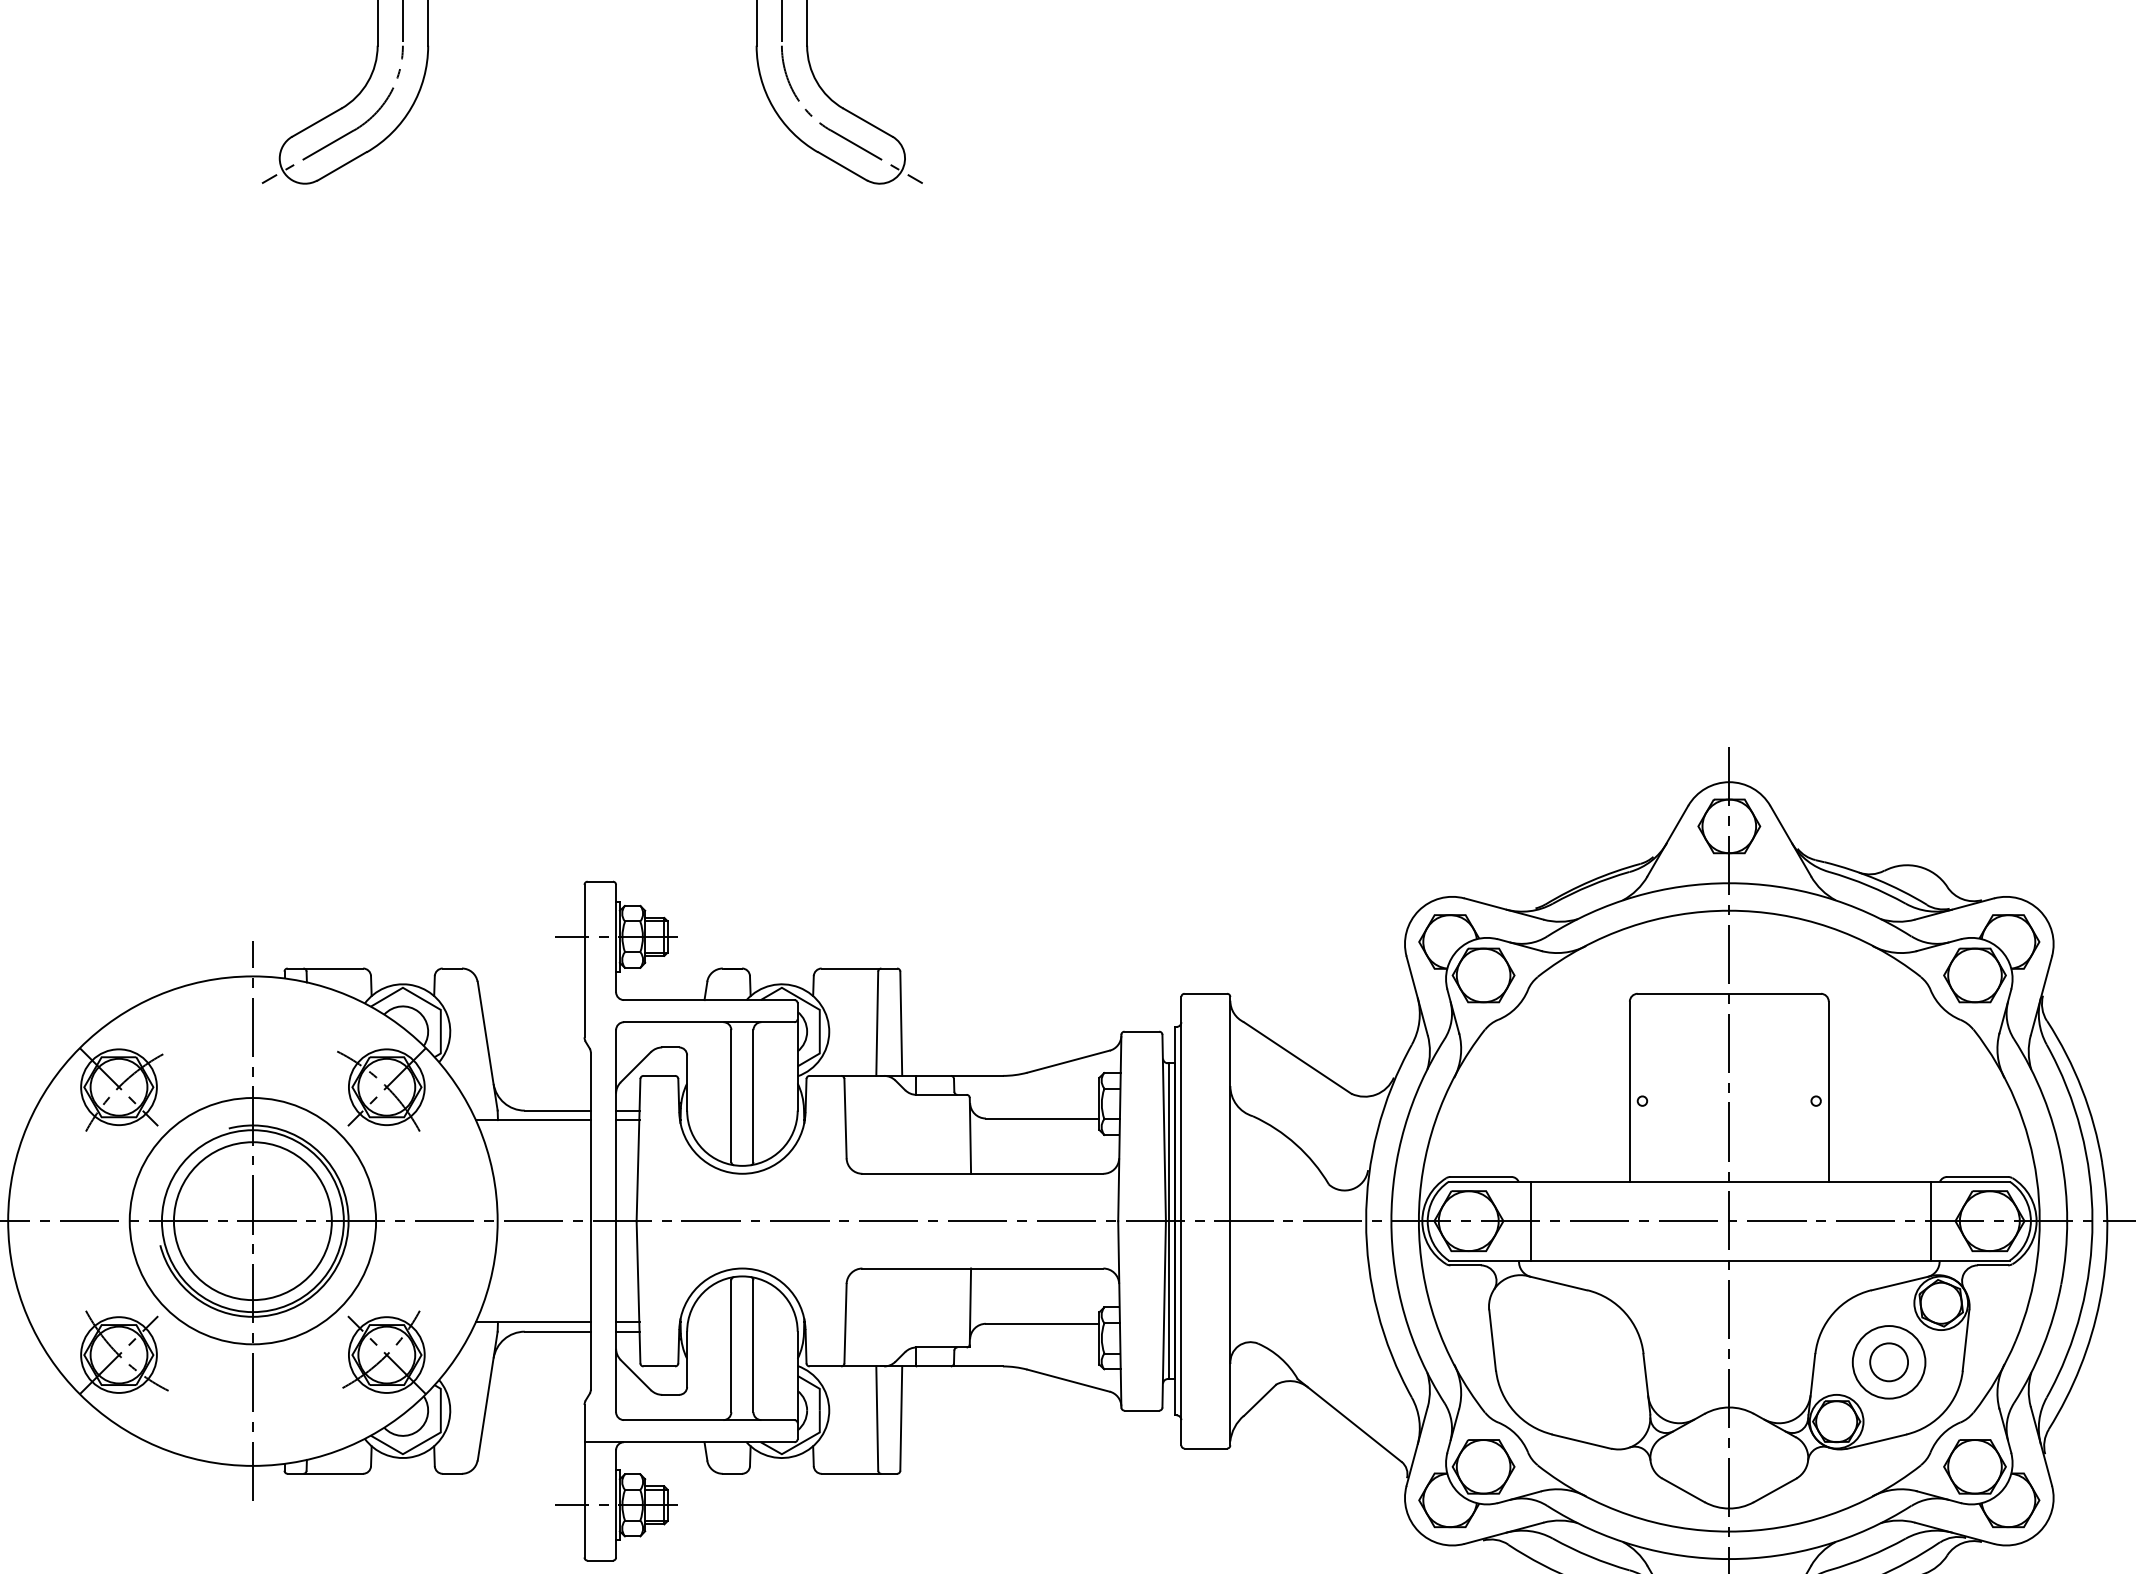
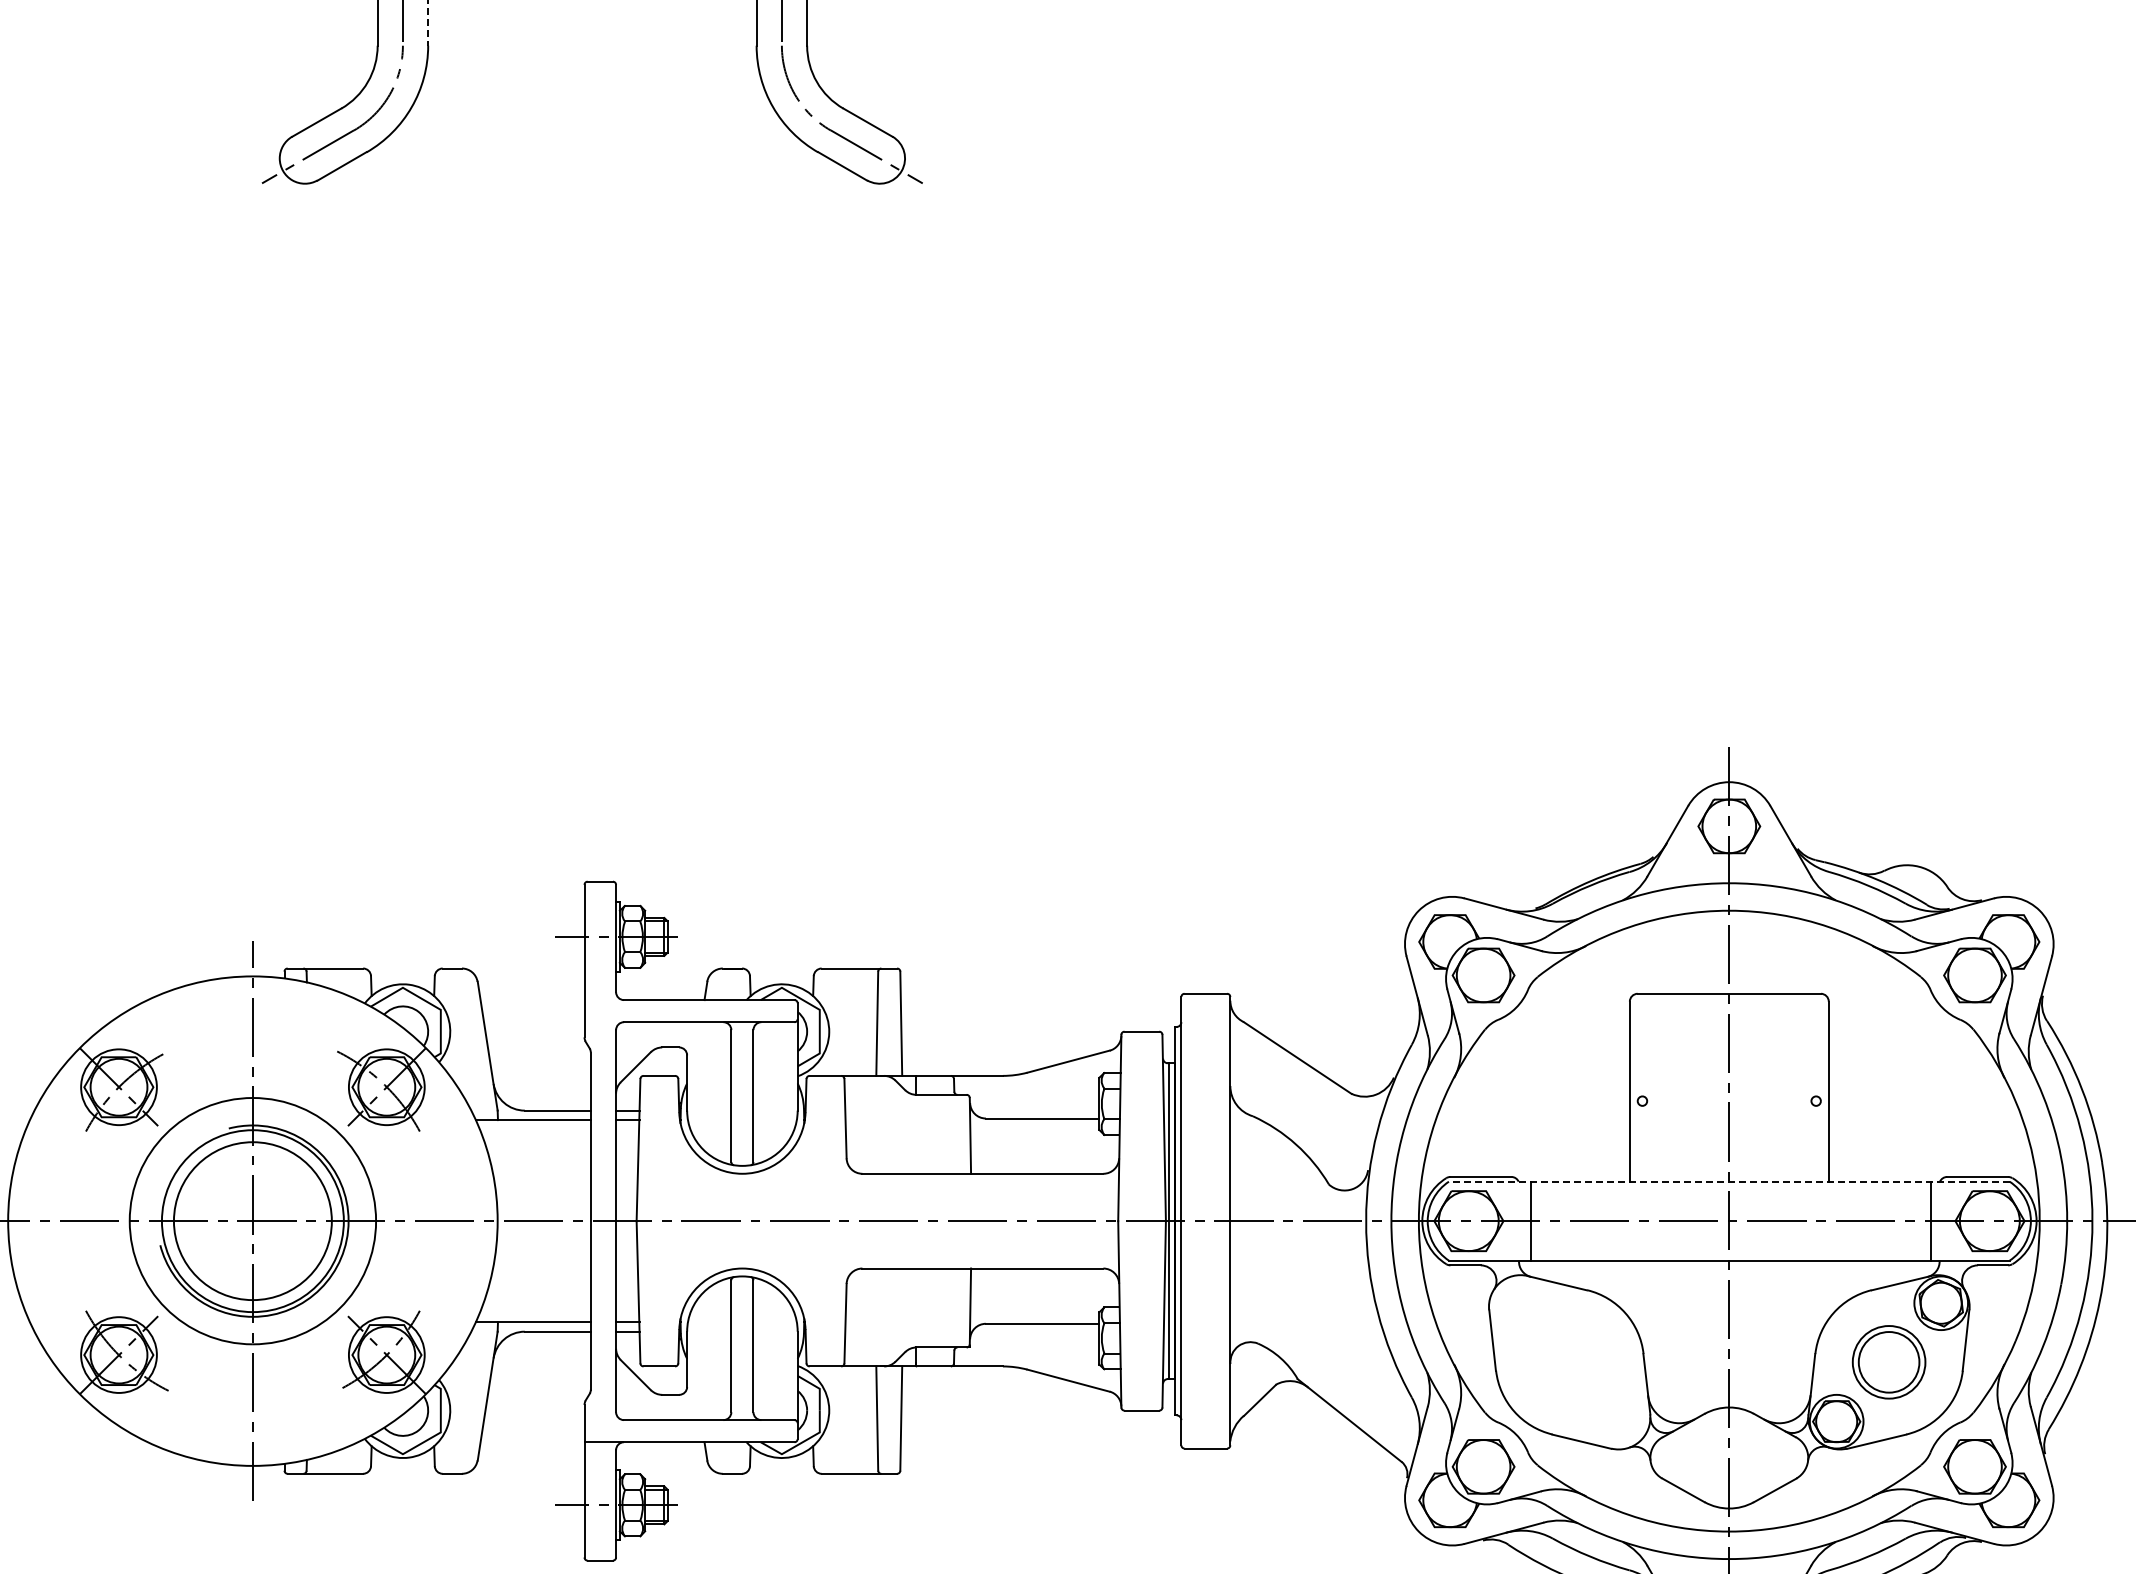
line at (428, 23): solid -> dashed
line at (1728, 1181): solid -> dashed
circle at (1889, 1362) diameter: 38 px -> 61 px
